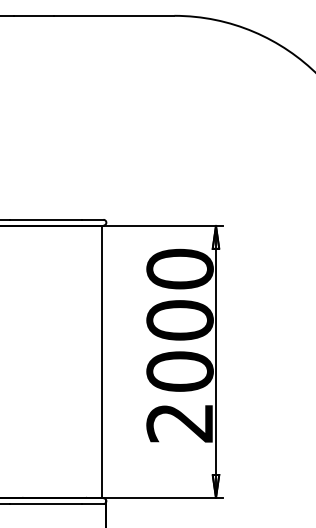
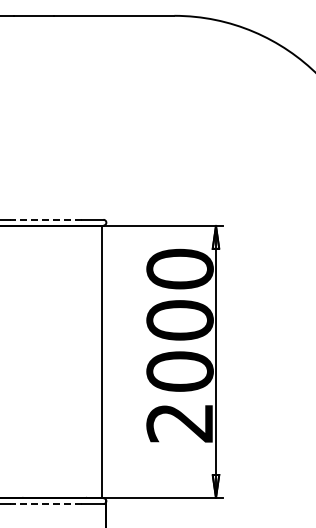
line at (45, 219): solid -> dashed
line at (45, 504): solid -> dashed
